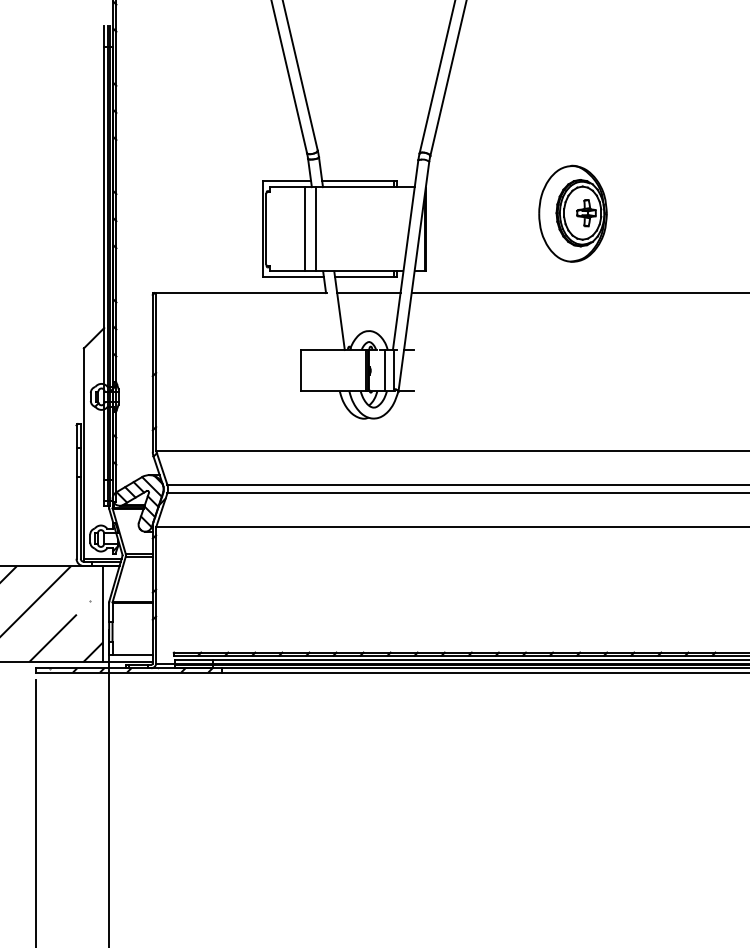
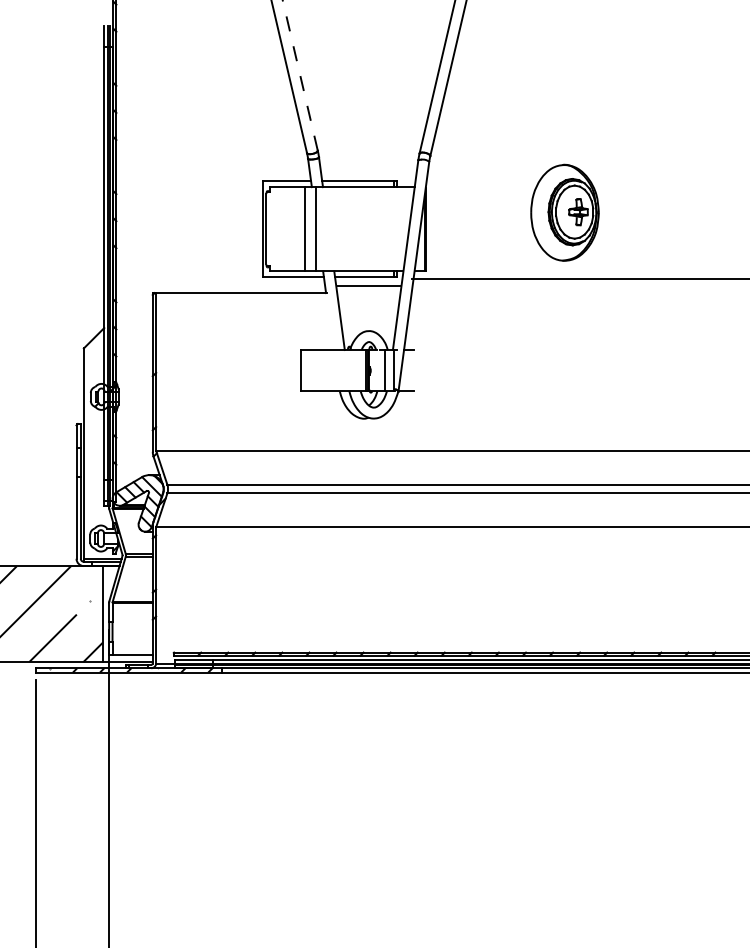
line at (300, 74): solid -> dashed
part at (572, 213) position: (572, 213) -> (564, 212)
line at (368, 293) position: (368, 293) -> (368, 286)
line at (578, 293) position: (578, 293) -> (578, 279)
